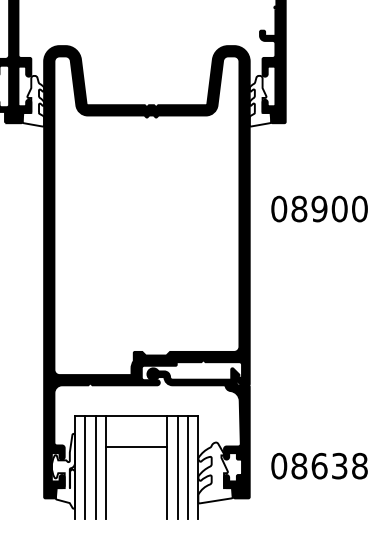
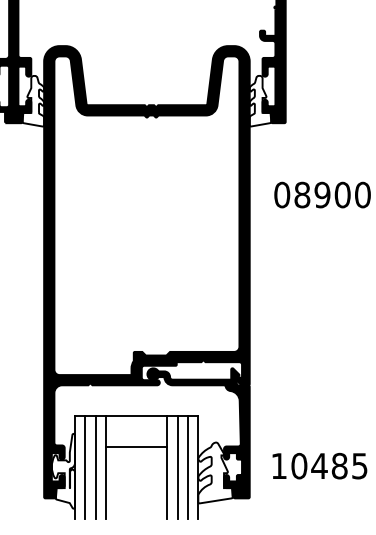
text at (319, 208) position: (319, 208) -> (322, 194)
text at (319, 465): 08638 -> 10485
